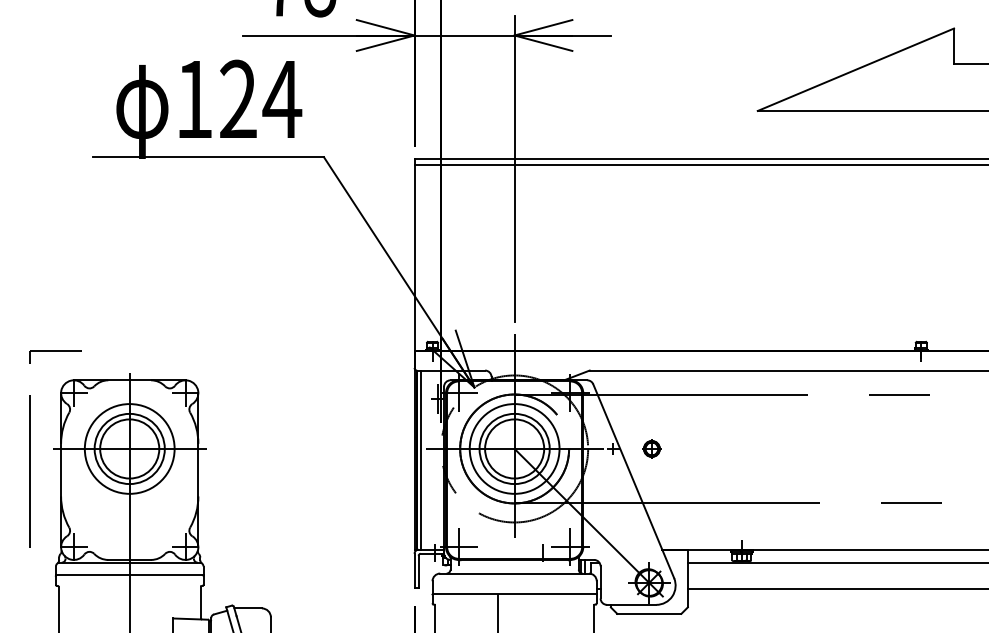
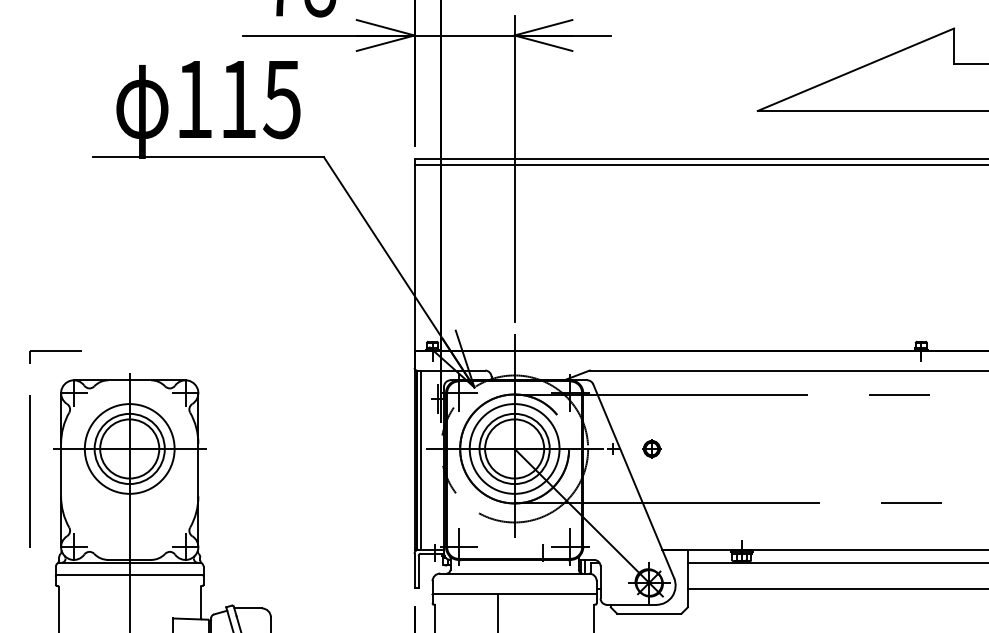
text at (261, 99): 124 -> 115
